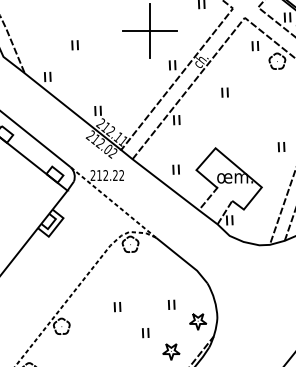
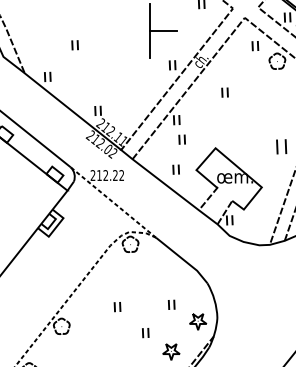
line at (136, 31): present -> none
part at (181, 139): none -> present
part at (281, 147) size: 9x11 px -> 12x16 px
